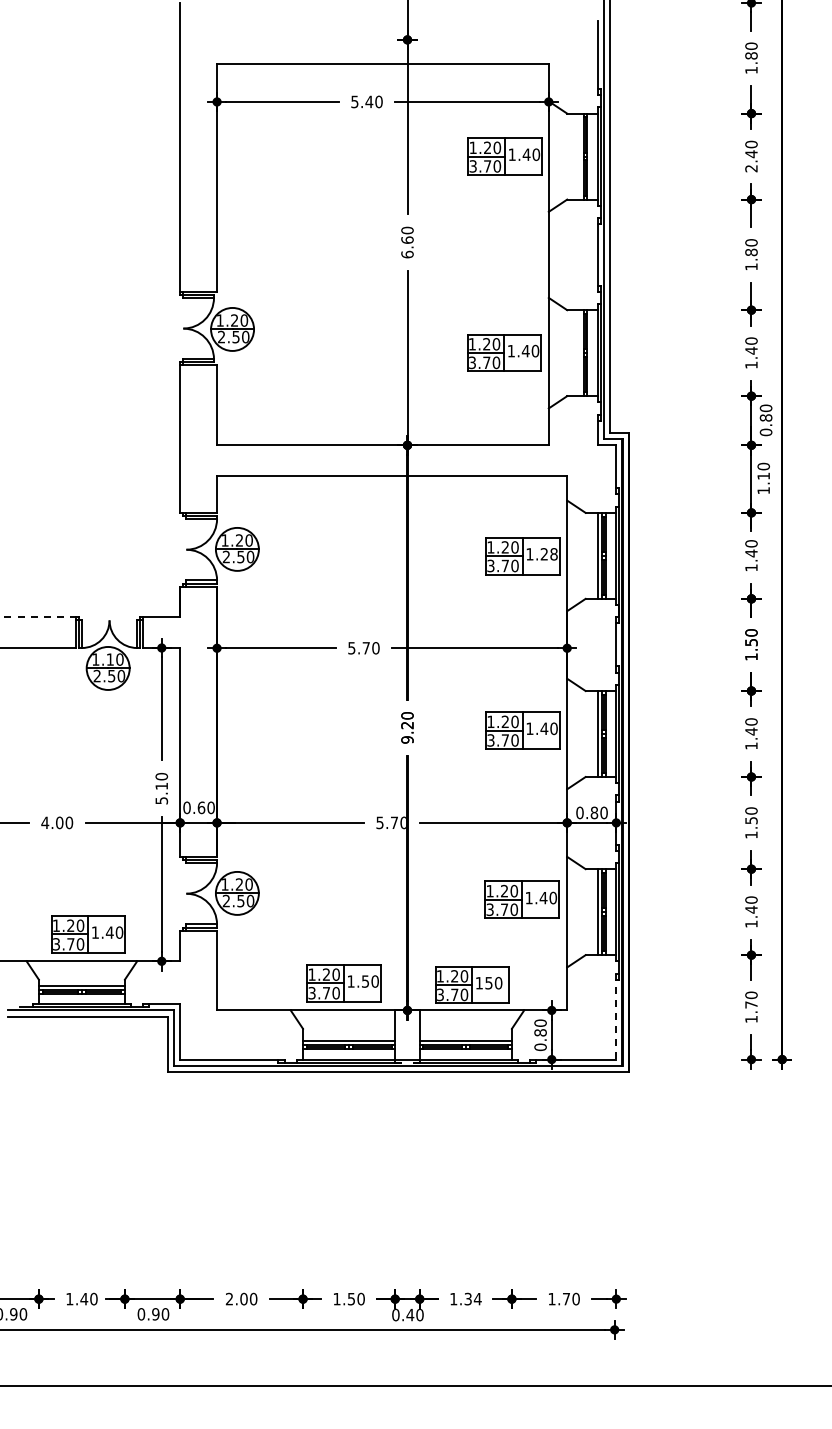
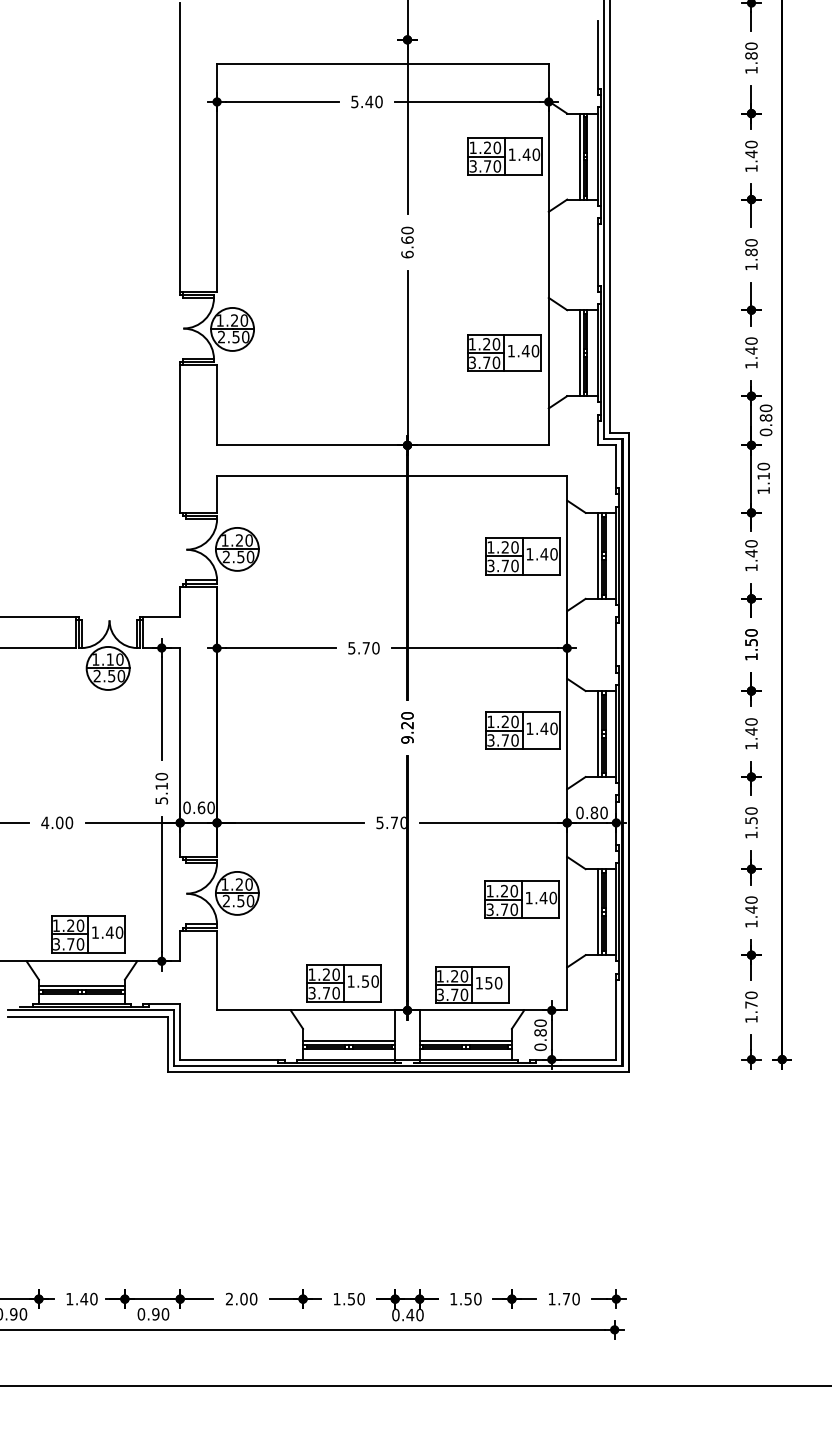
line at (579, 156): none -> present
text at (751, 168): 2.40 -> 1.40
line at (579, 353): none -> present
text at (548, 554): 1.28 -> 1.40
line at (38, 617): dashed -> solid
line at (616, 1016): dashed -> solid
text at (473, 1298): 1.34 -> 1.50
